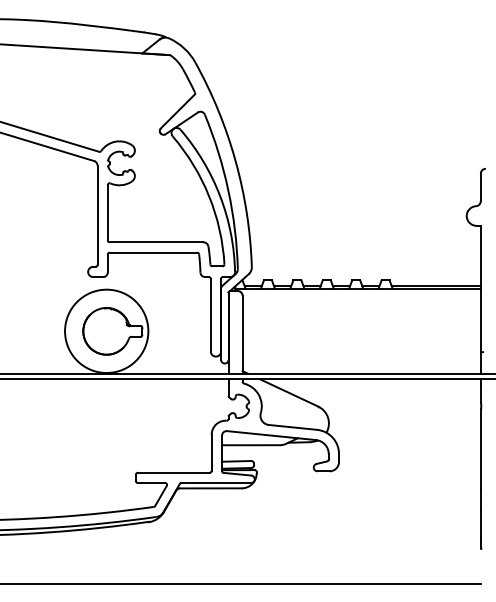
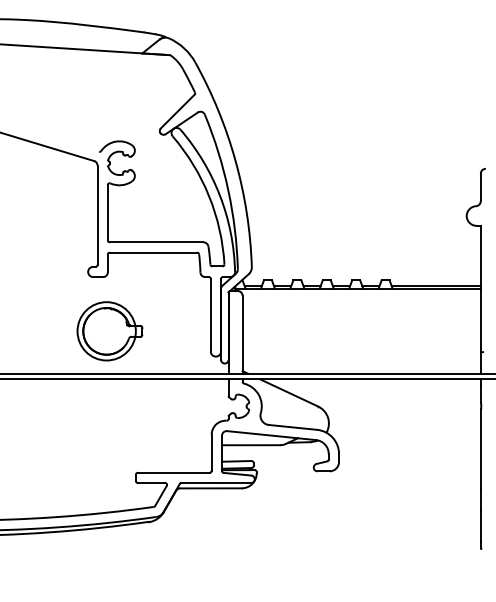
line at (50, 136): present -> none
circle at (106, 331) diameter: 83 px -> 58 px
line at (241, 583): present -> none
